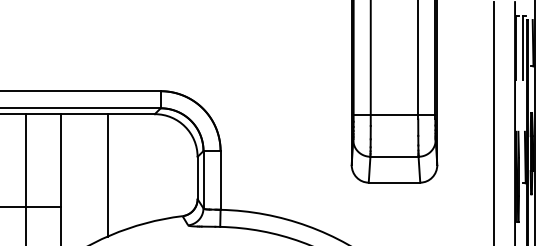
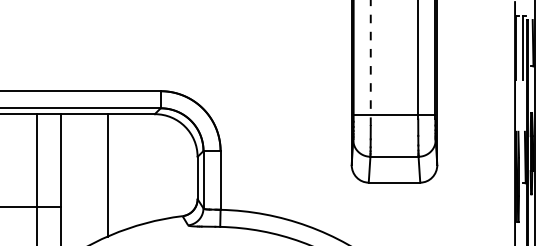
line at (370, 63): solid -> dashed
line at (493, 122): present -> none
line at (26, 178) position: (26, 178) -> (37, 178)
